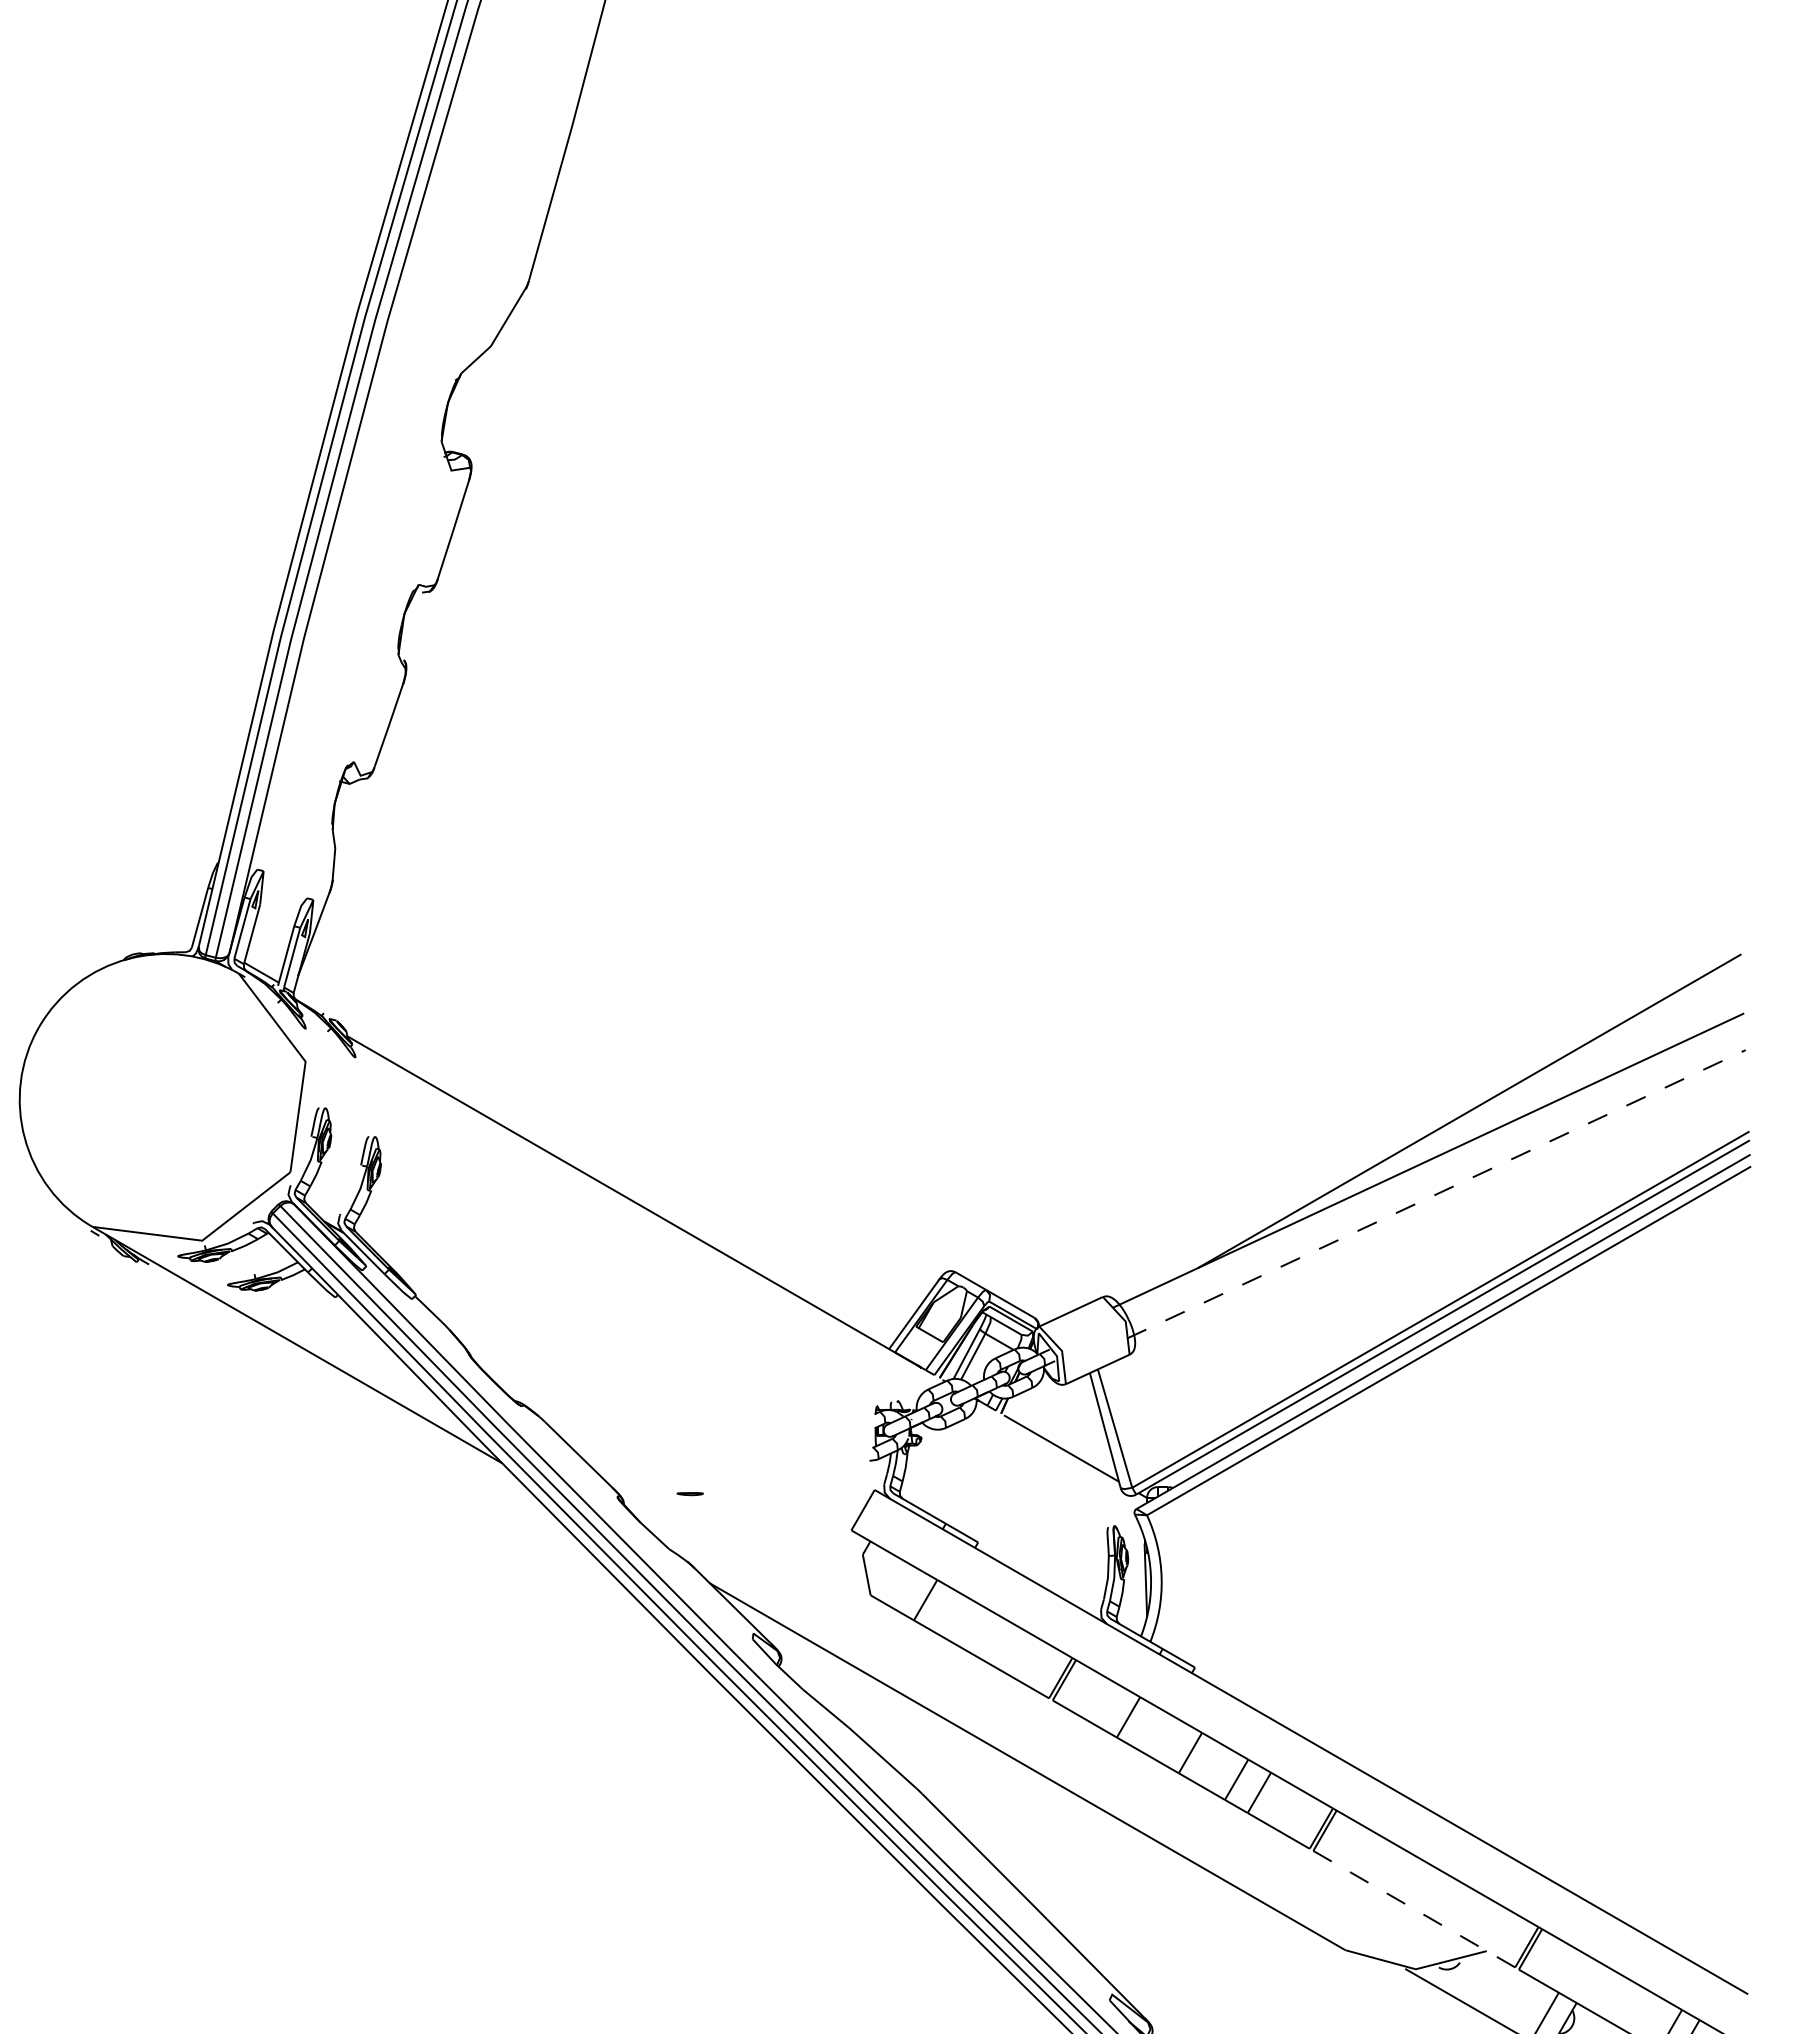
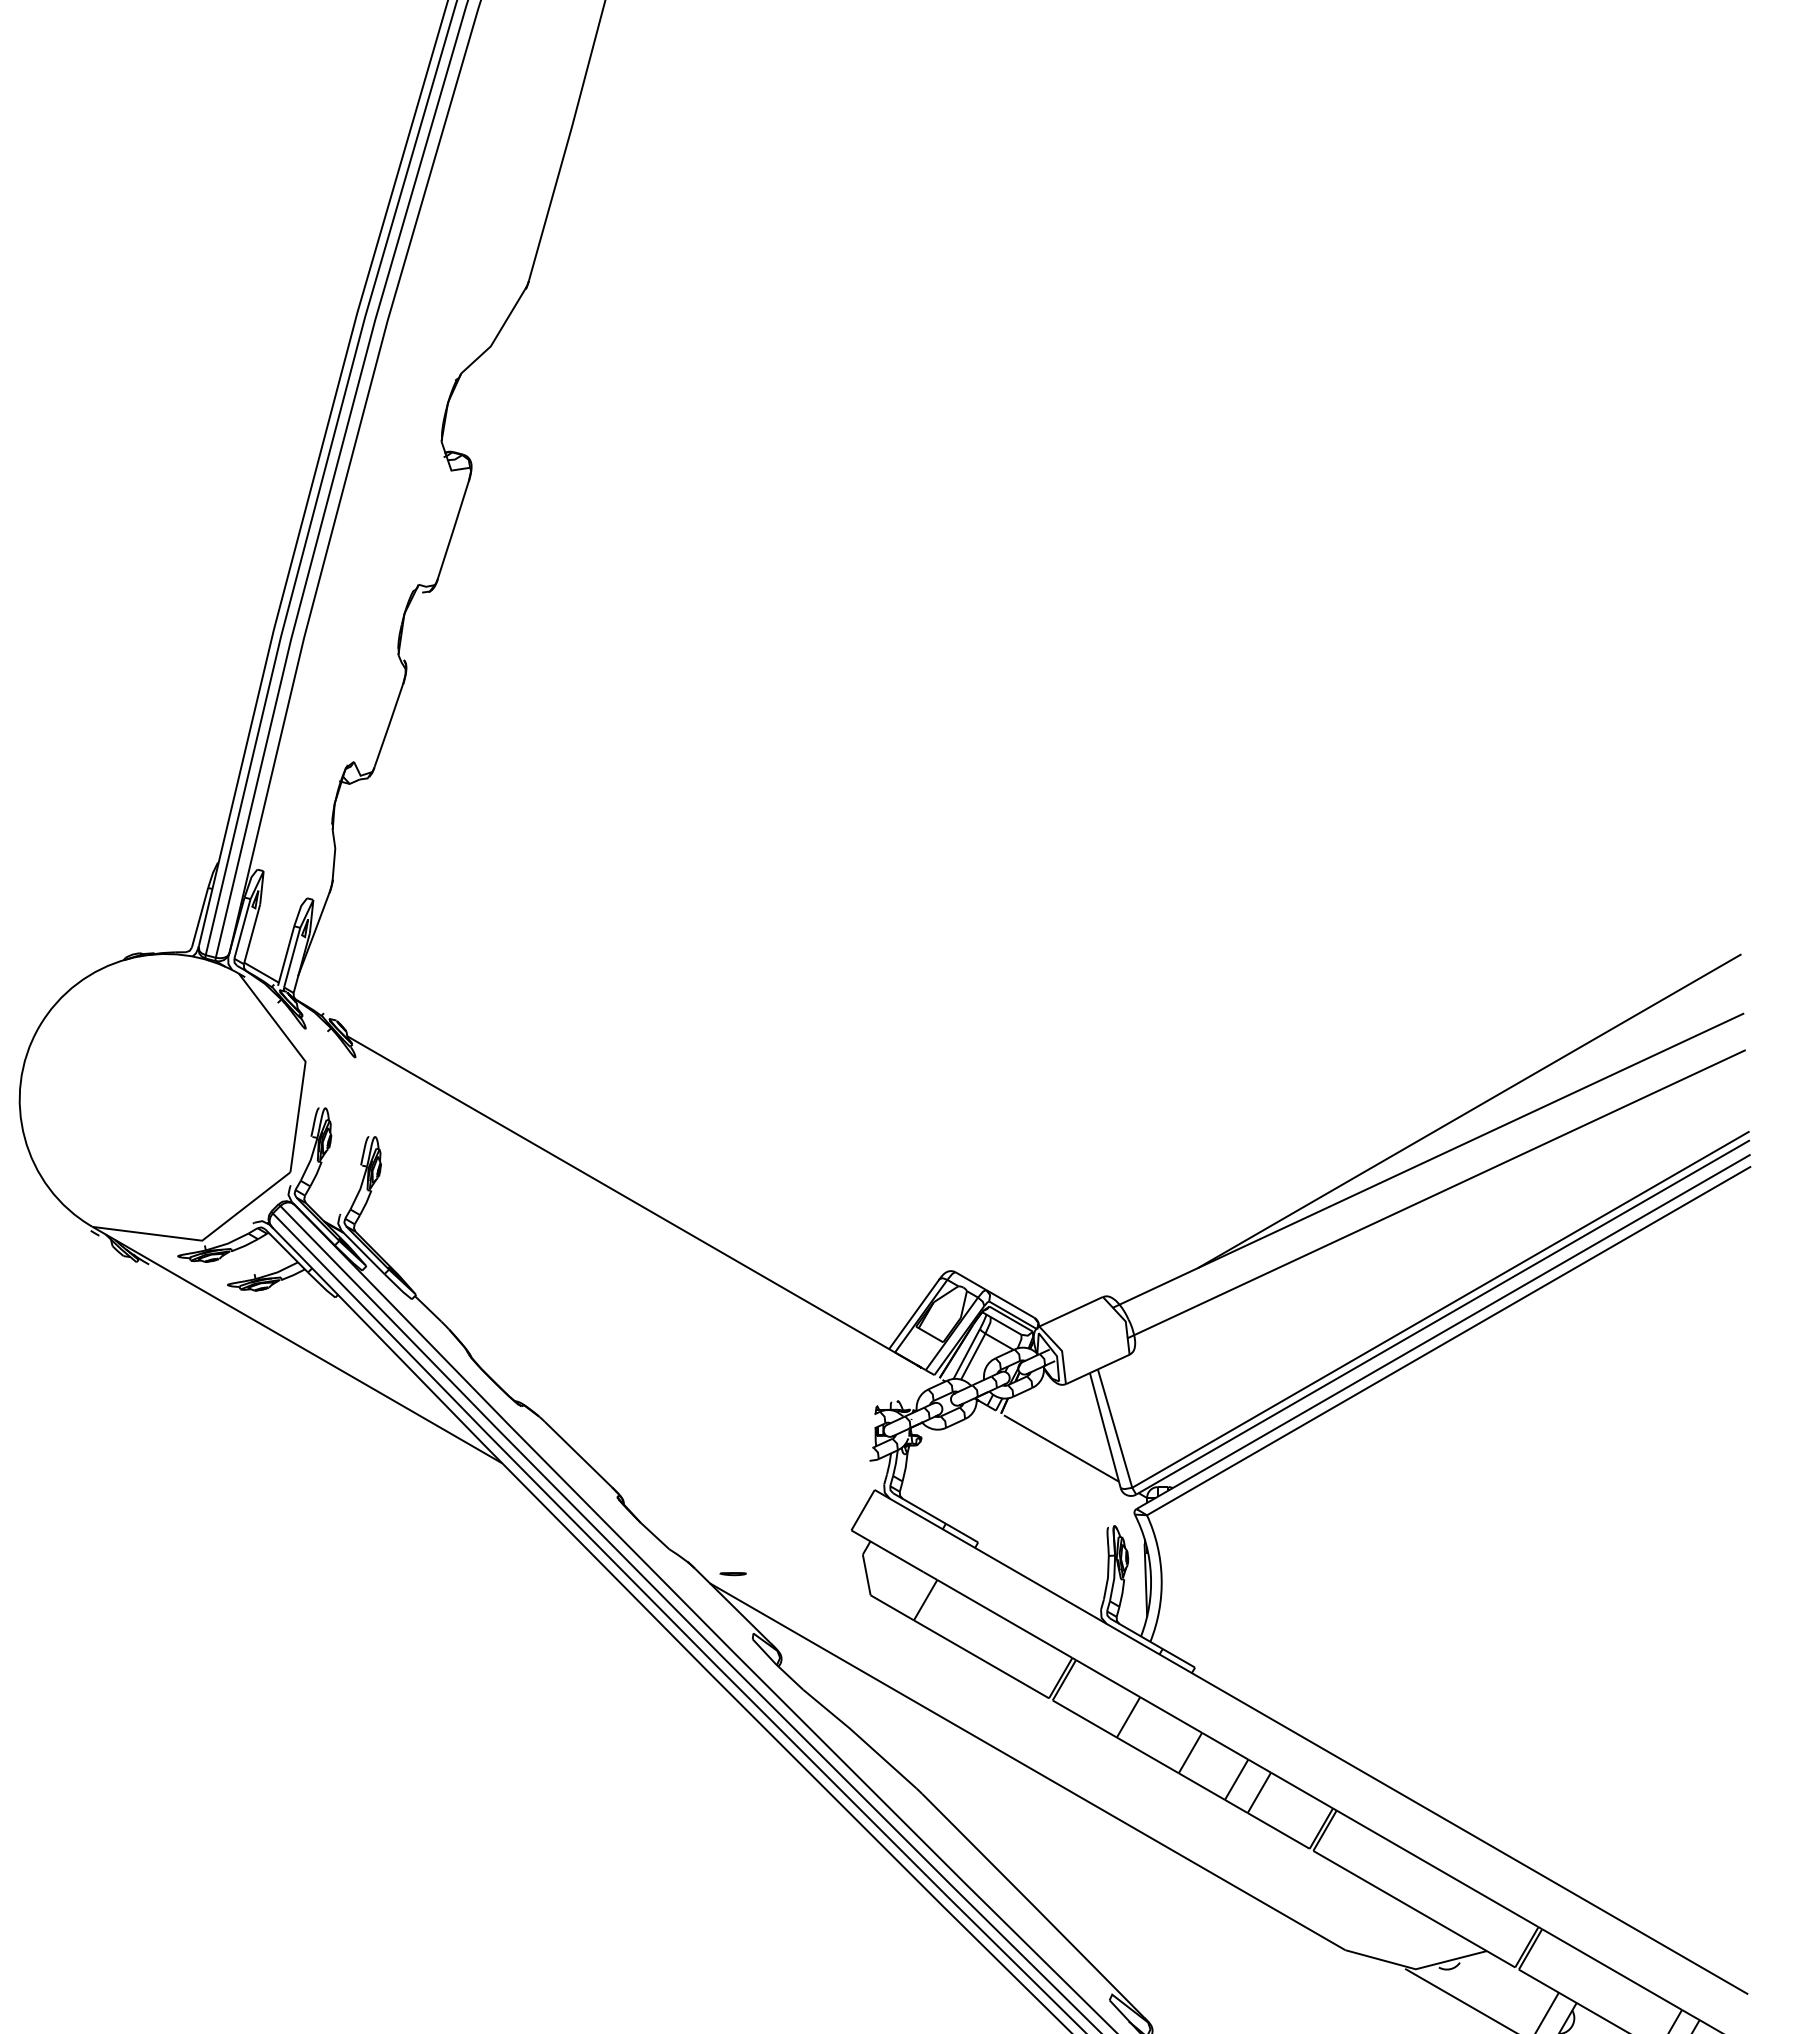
line at (1436, 1194): dashed -> solid
line at (689, 1494) position: (689, 1494) -> (732, 1574)
line at (1414, 1909): dashed -> solid
